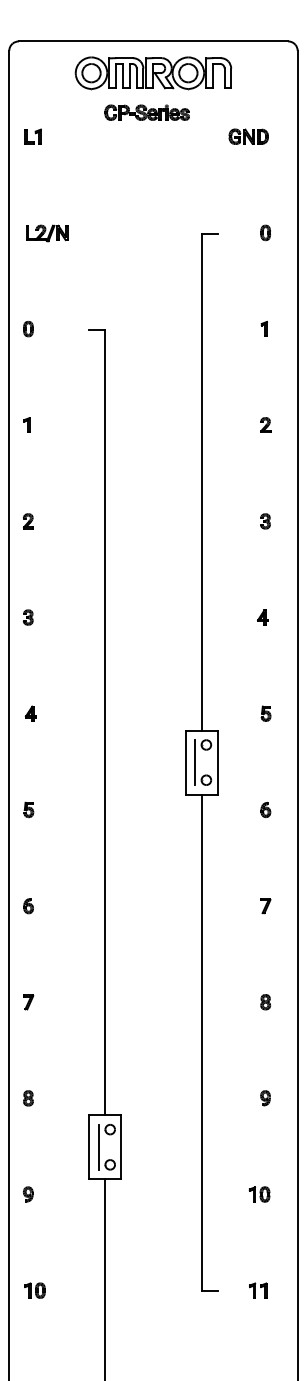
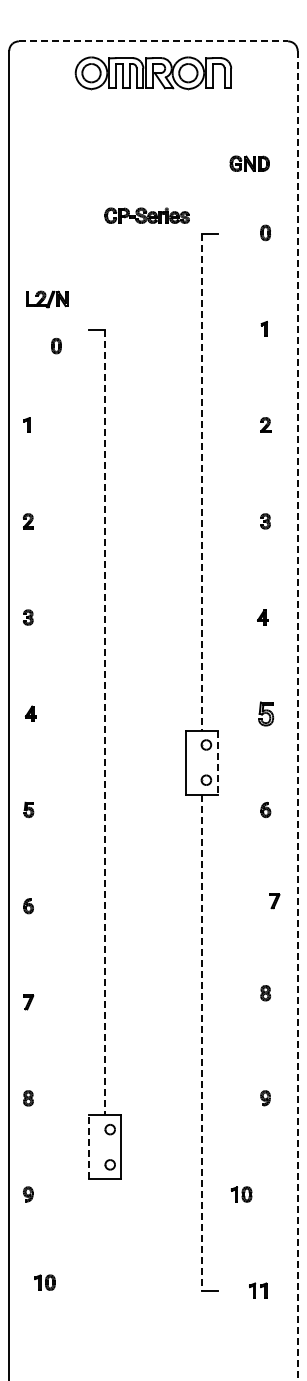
line at (153, 41): solid -> dashed
part at (146, 112) position: (146, 112) -> (146, 215)
part at (32, 136): present -> none
part at (248, 136) position: (248, 136) -> (249, 163)
part at (47, 233) position: (47, 233) -> (47, 299)
part at (28, 328) position: (28, 328) -> (56, 345)
line at (201, 482): solid -> dashed
part at (265, 713) size: 12x17 px -> 17x26 px
line at (297, 715): solid -> dashed
line at (105, 722): solid -> dashed
line at (195, 762): present -> none
line at (217, 763): solid -> dashed
part at (265, 906) position: (265, 906) -> (274, 901)
part at (265, 1002) position: (265, 1002) -> (265, 993)
line at (201, 1043): solid -> dashed
line at (89, 1146): solid -> dashed
line at (99, 1146): present -> none
part at (259, 1194) position: (259, 1194) -> (241, 1194)
line at (105, 1278): present -> none
part at (34, 1290) position: (34, 1290) -> (44, 1282)
